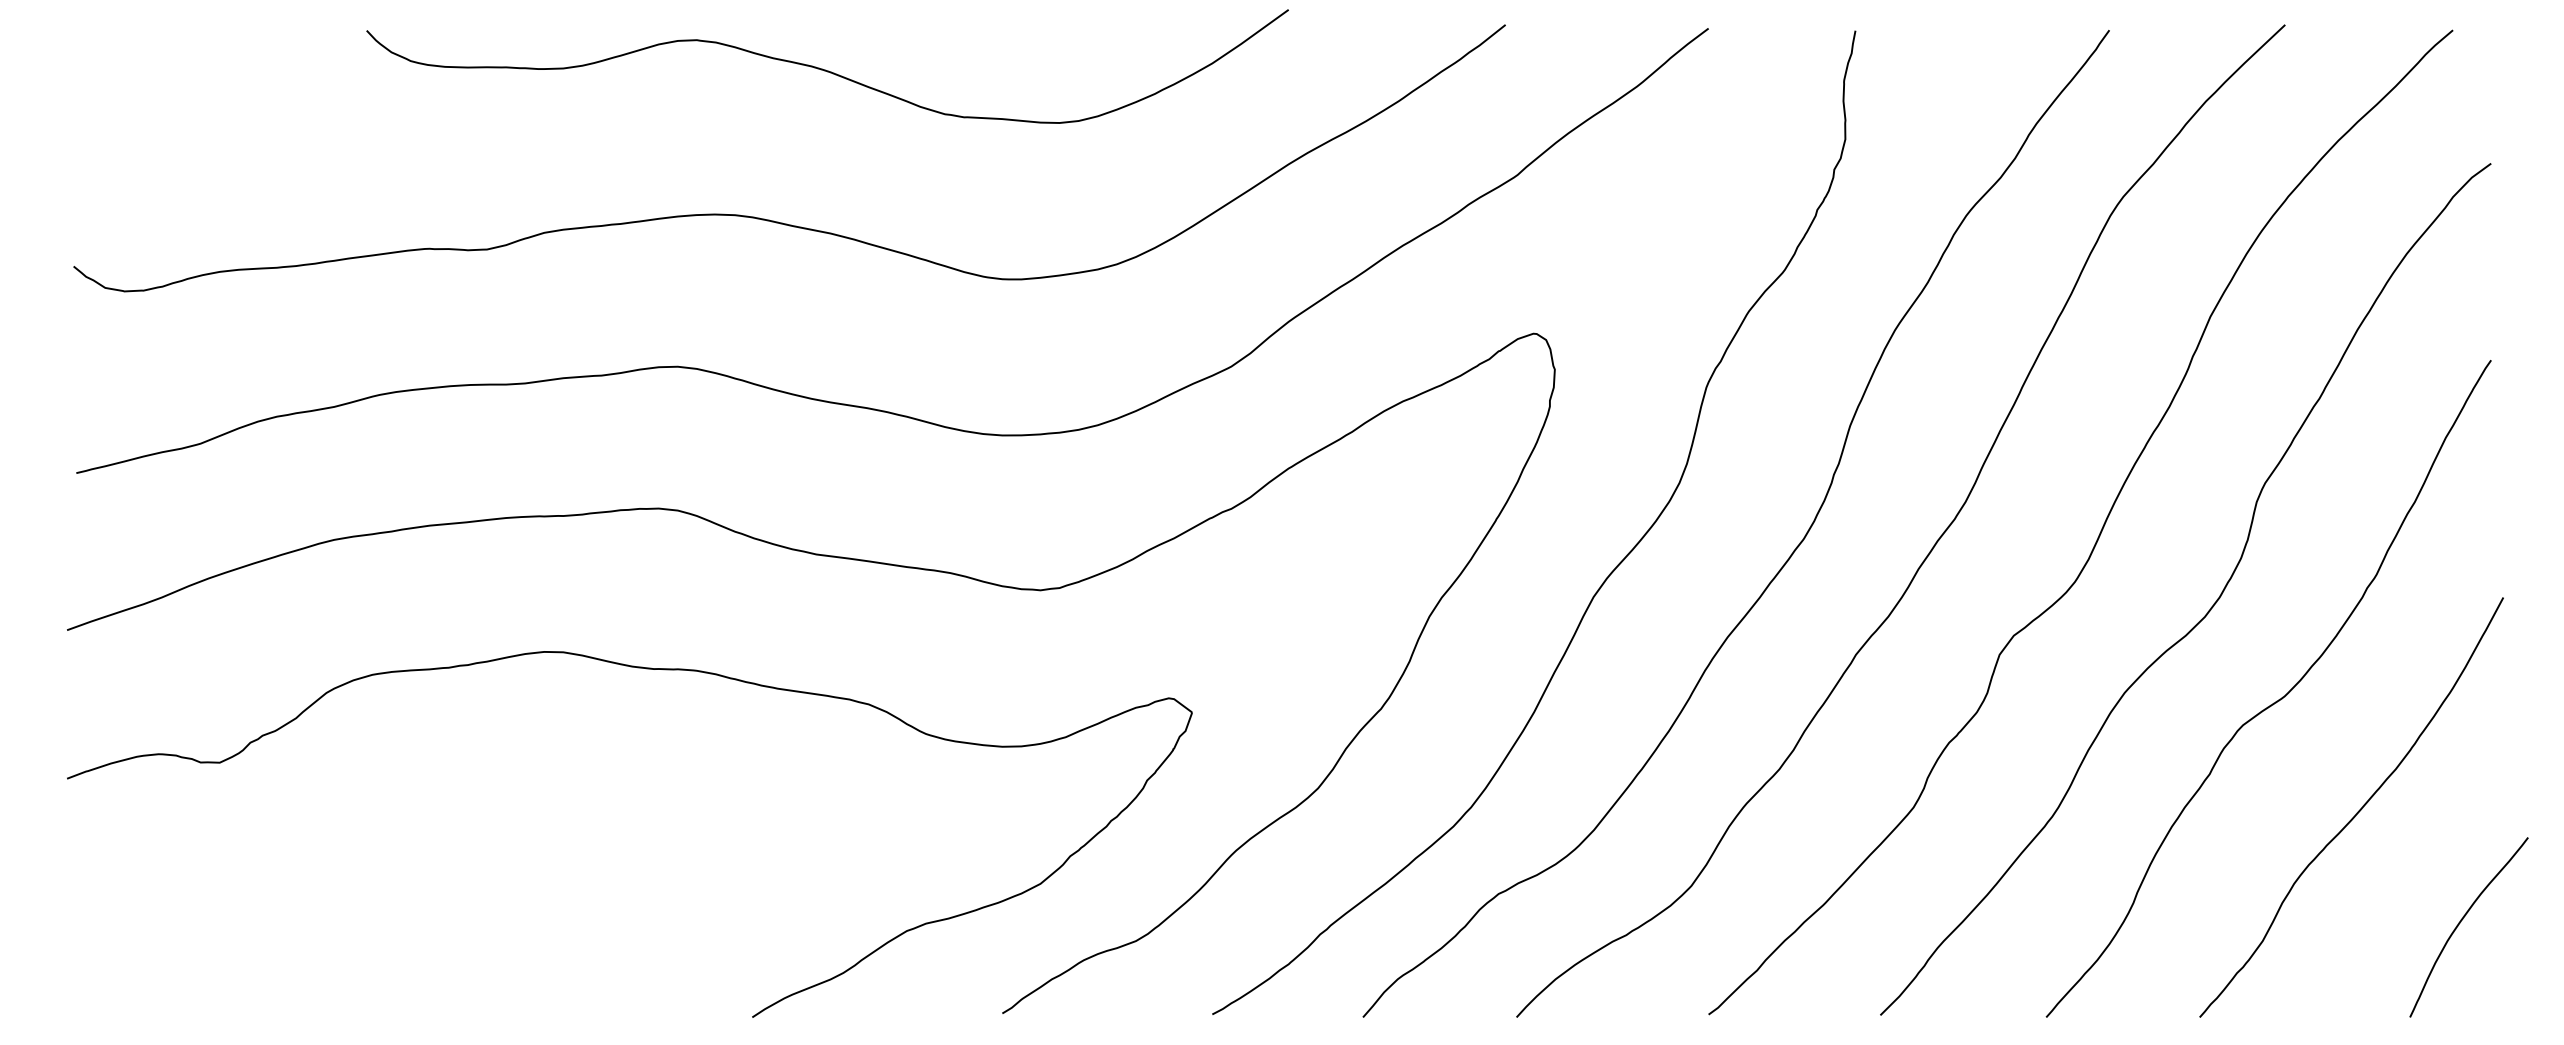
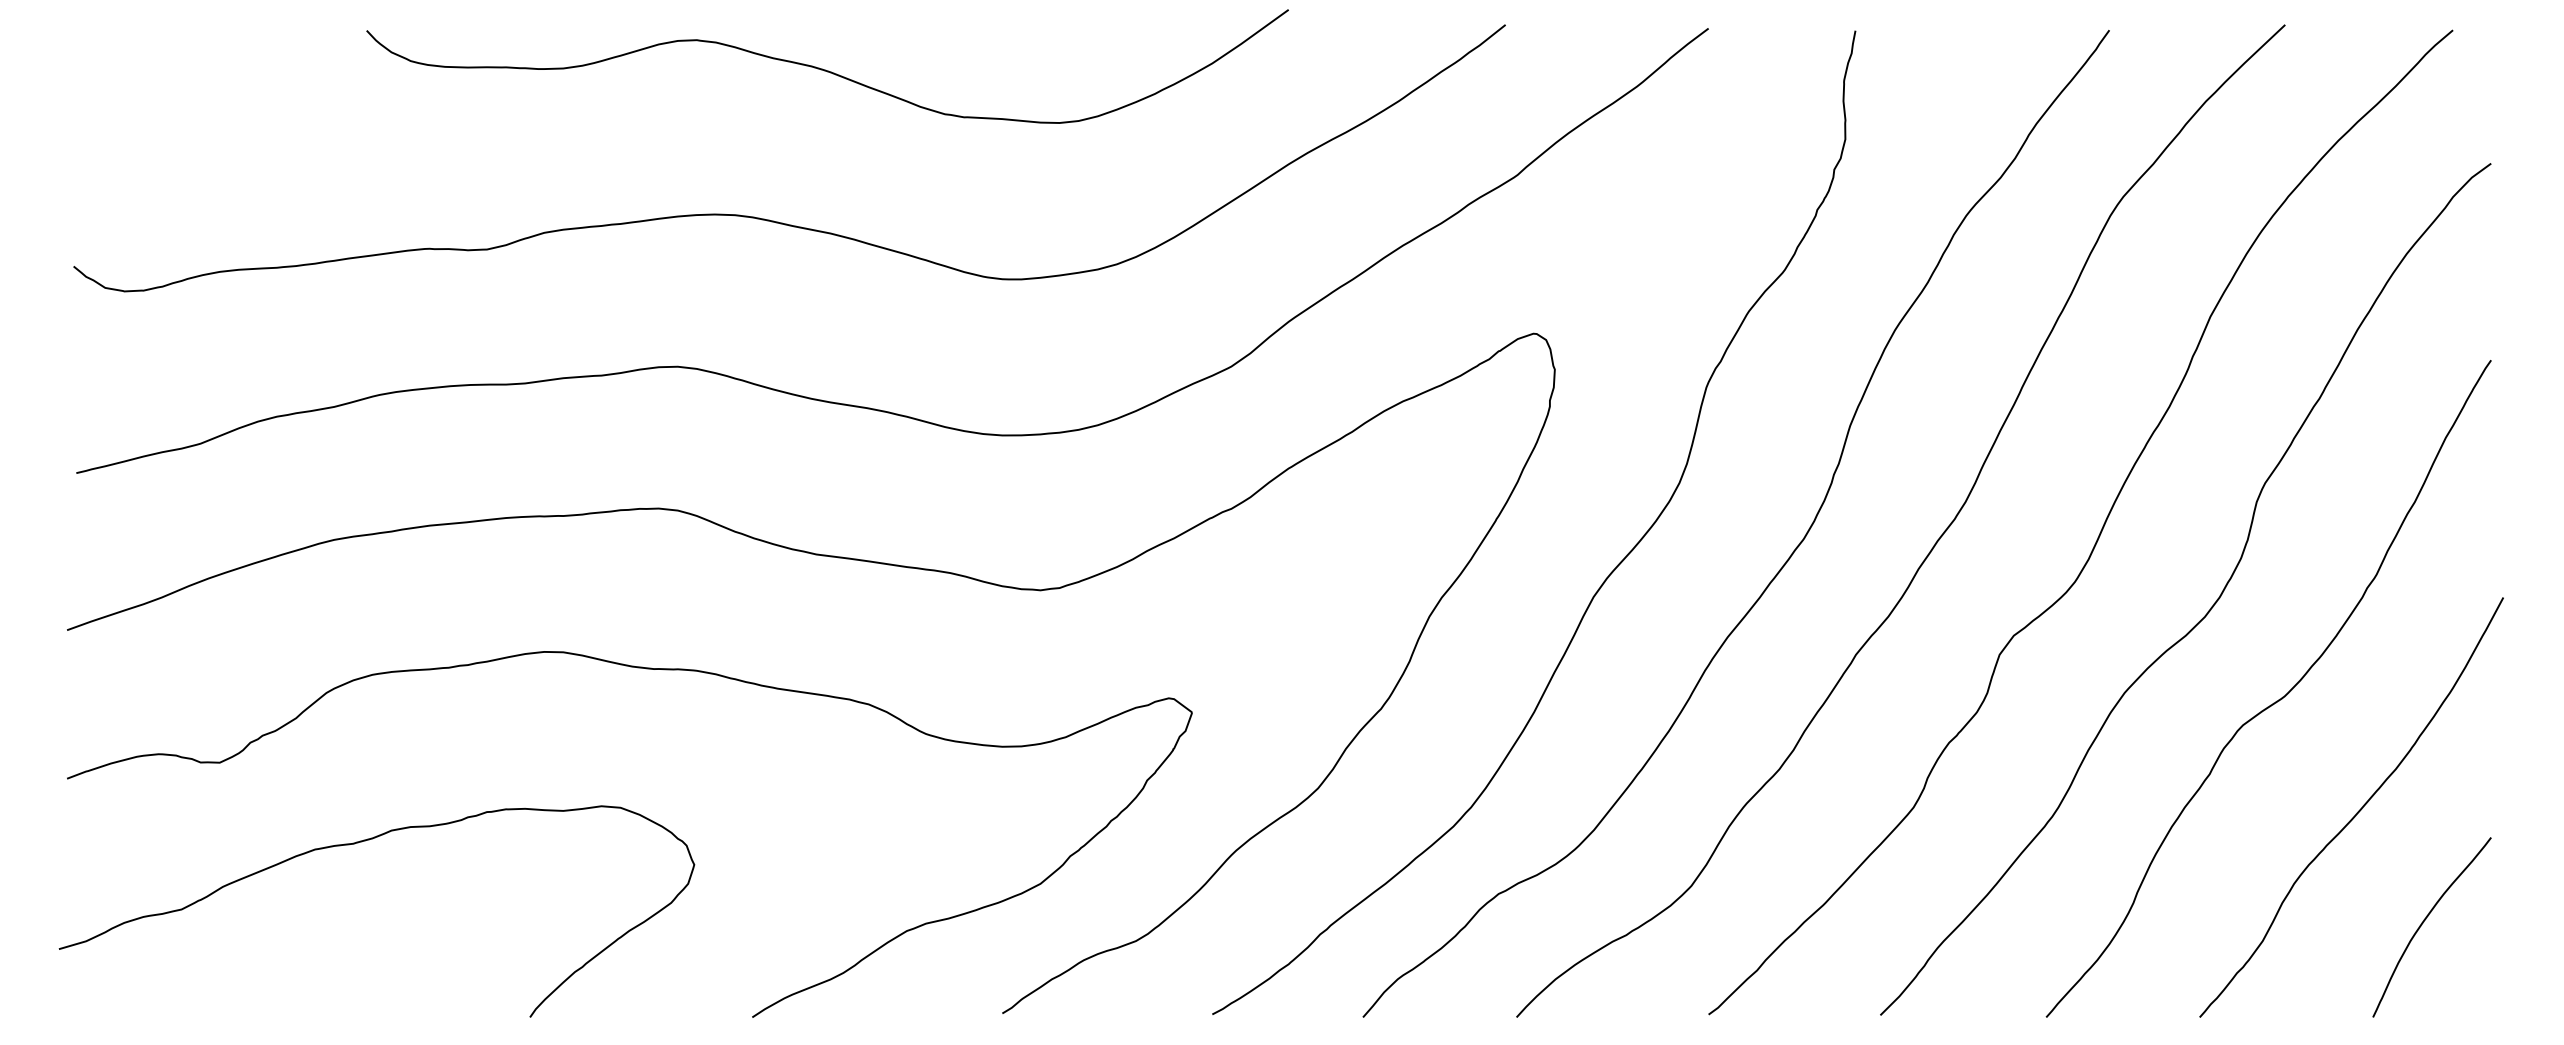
curve at (358, 843): none -> present
curve at (2460, 923) position: (2460, 923) -> (2423, 923)
